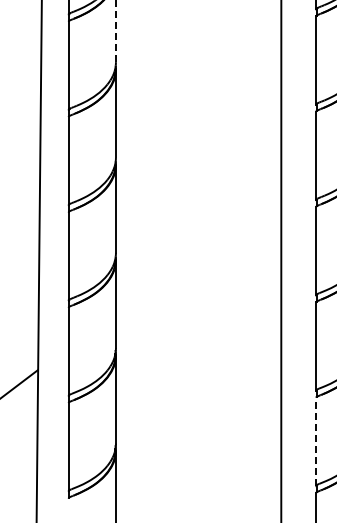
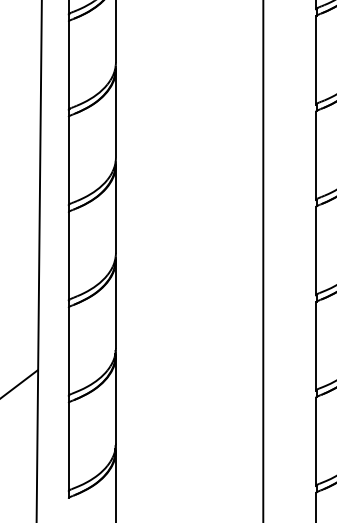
line at (115, 31): dashed -> solid
line at (281, 260) position: (281, 260) -> (263, 260)
line at (316, 441): dashed -> solid
